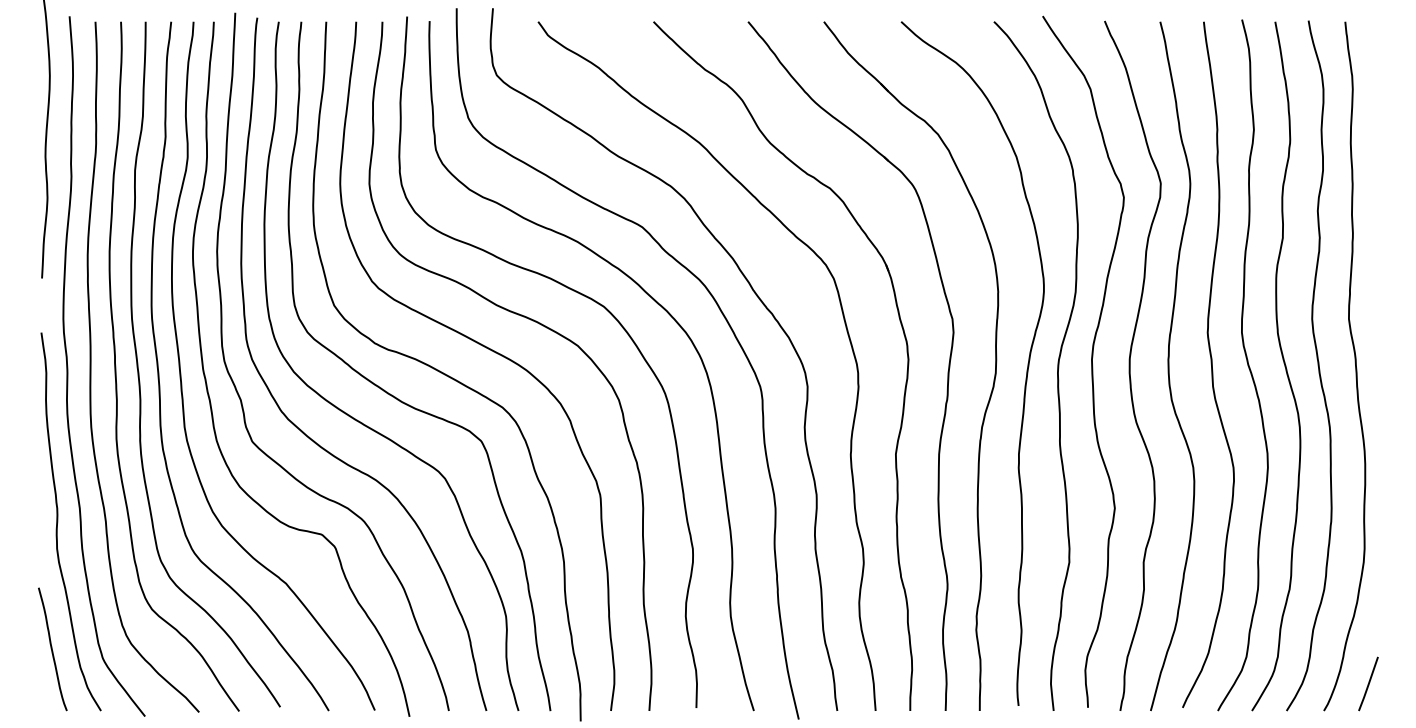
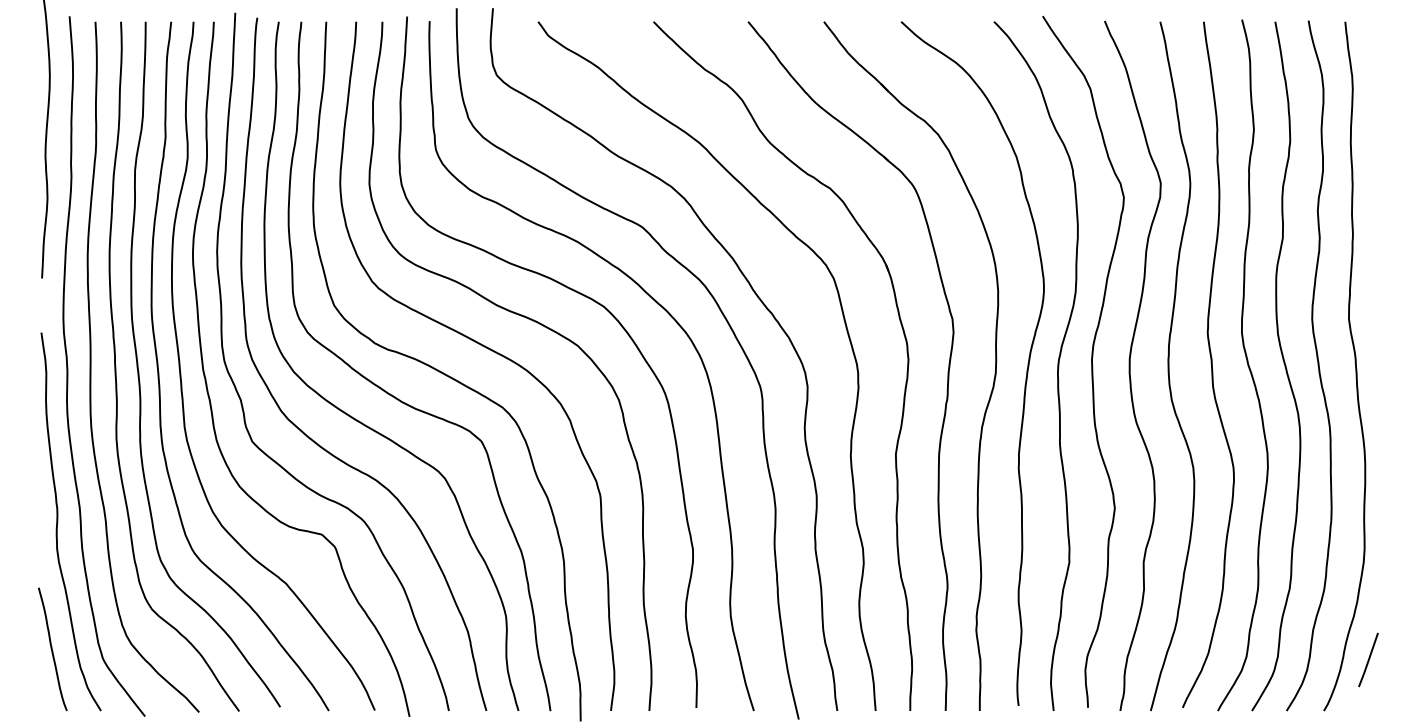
line at (1368, 683) position: (1368, 683) -> (1368, 659)
